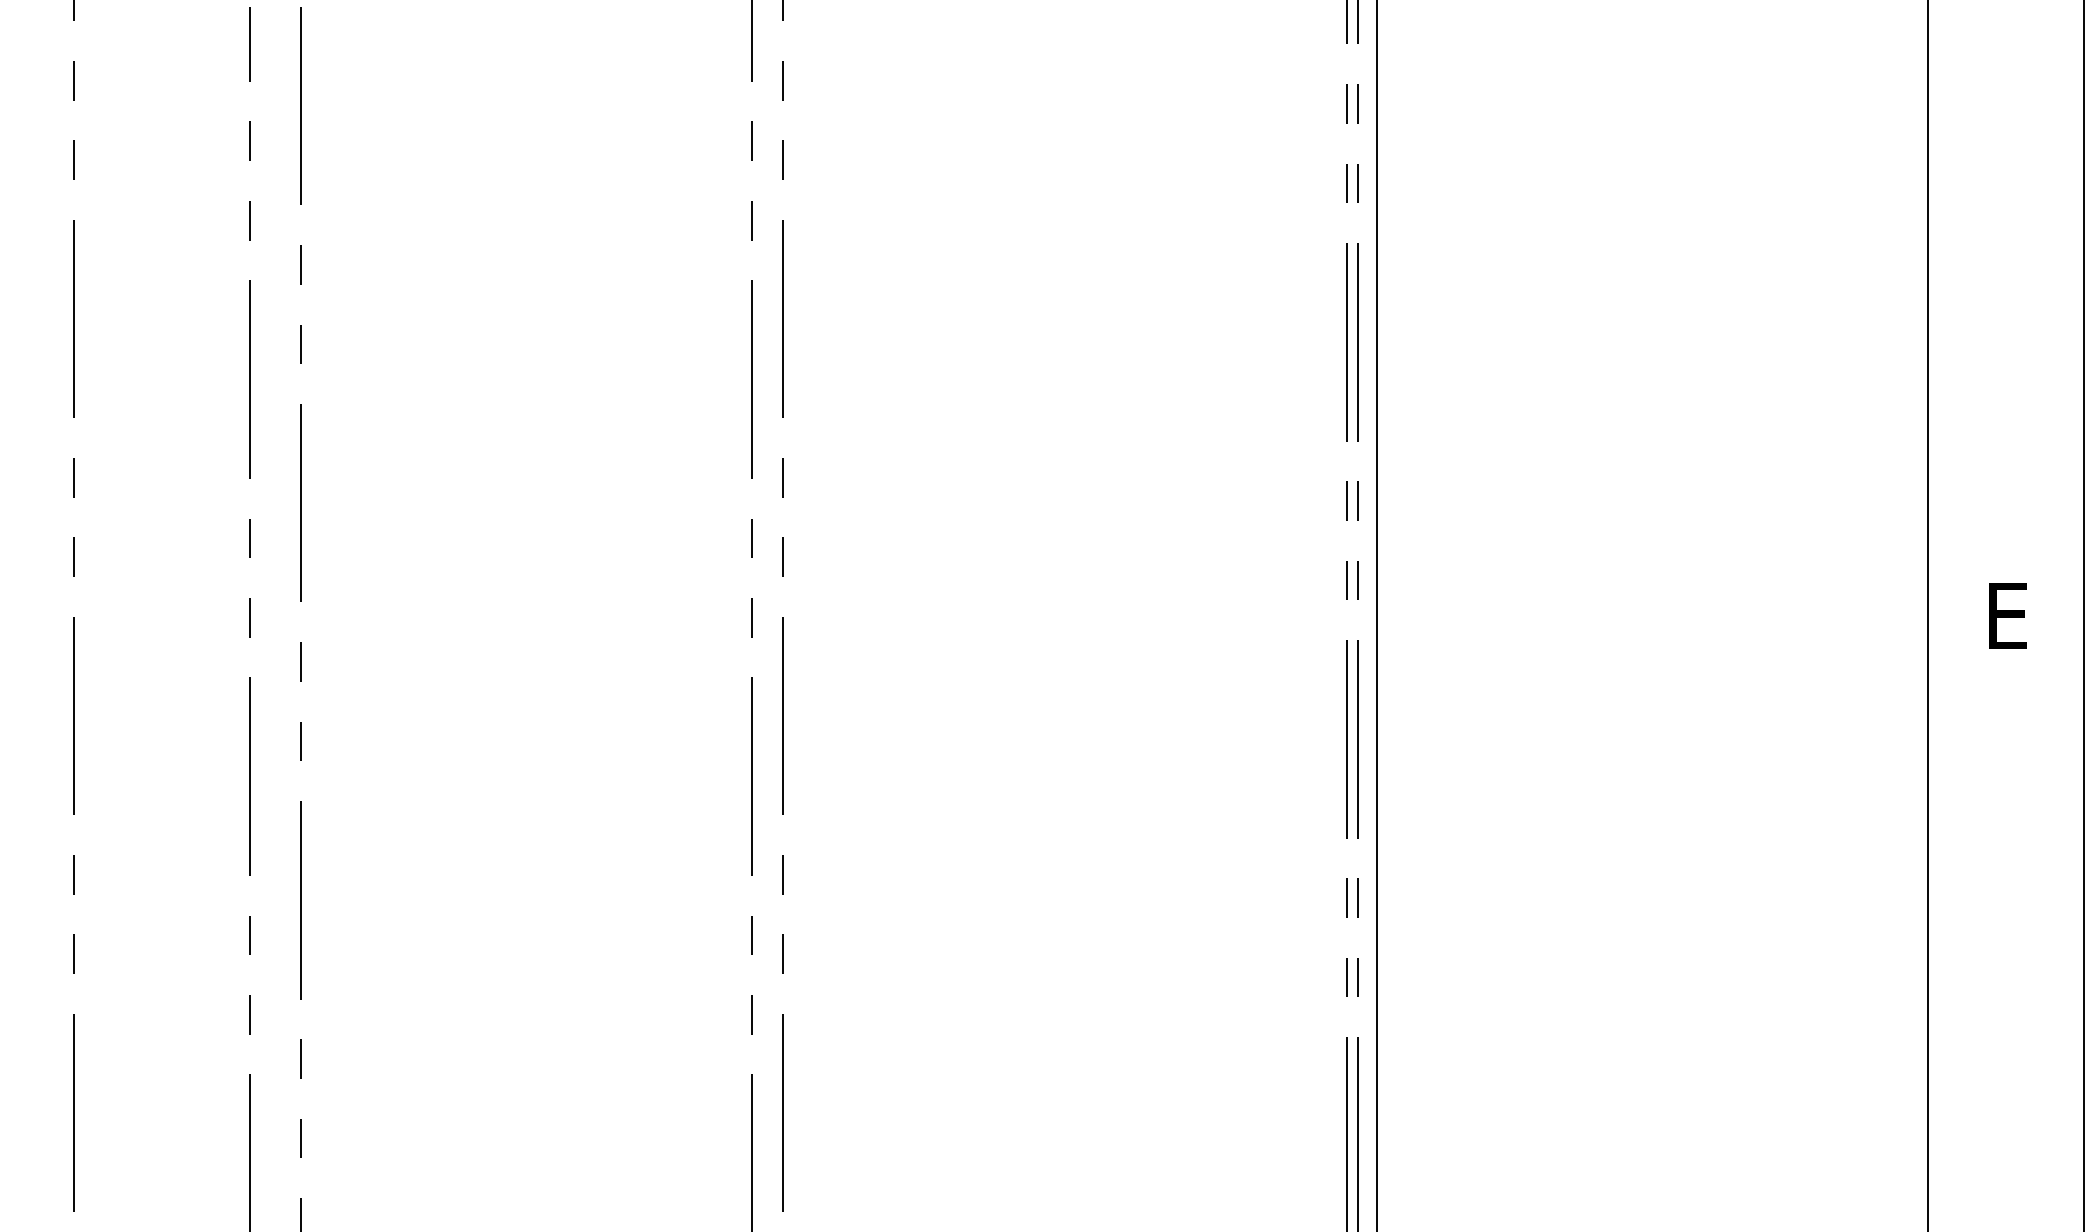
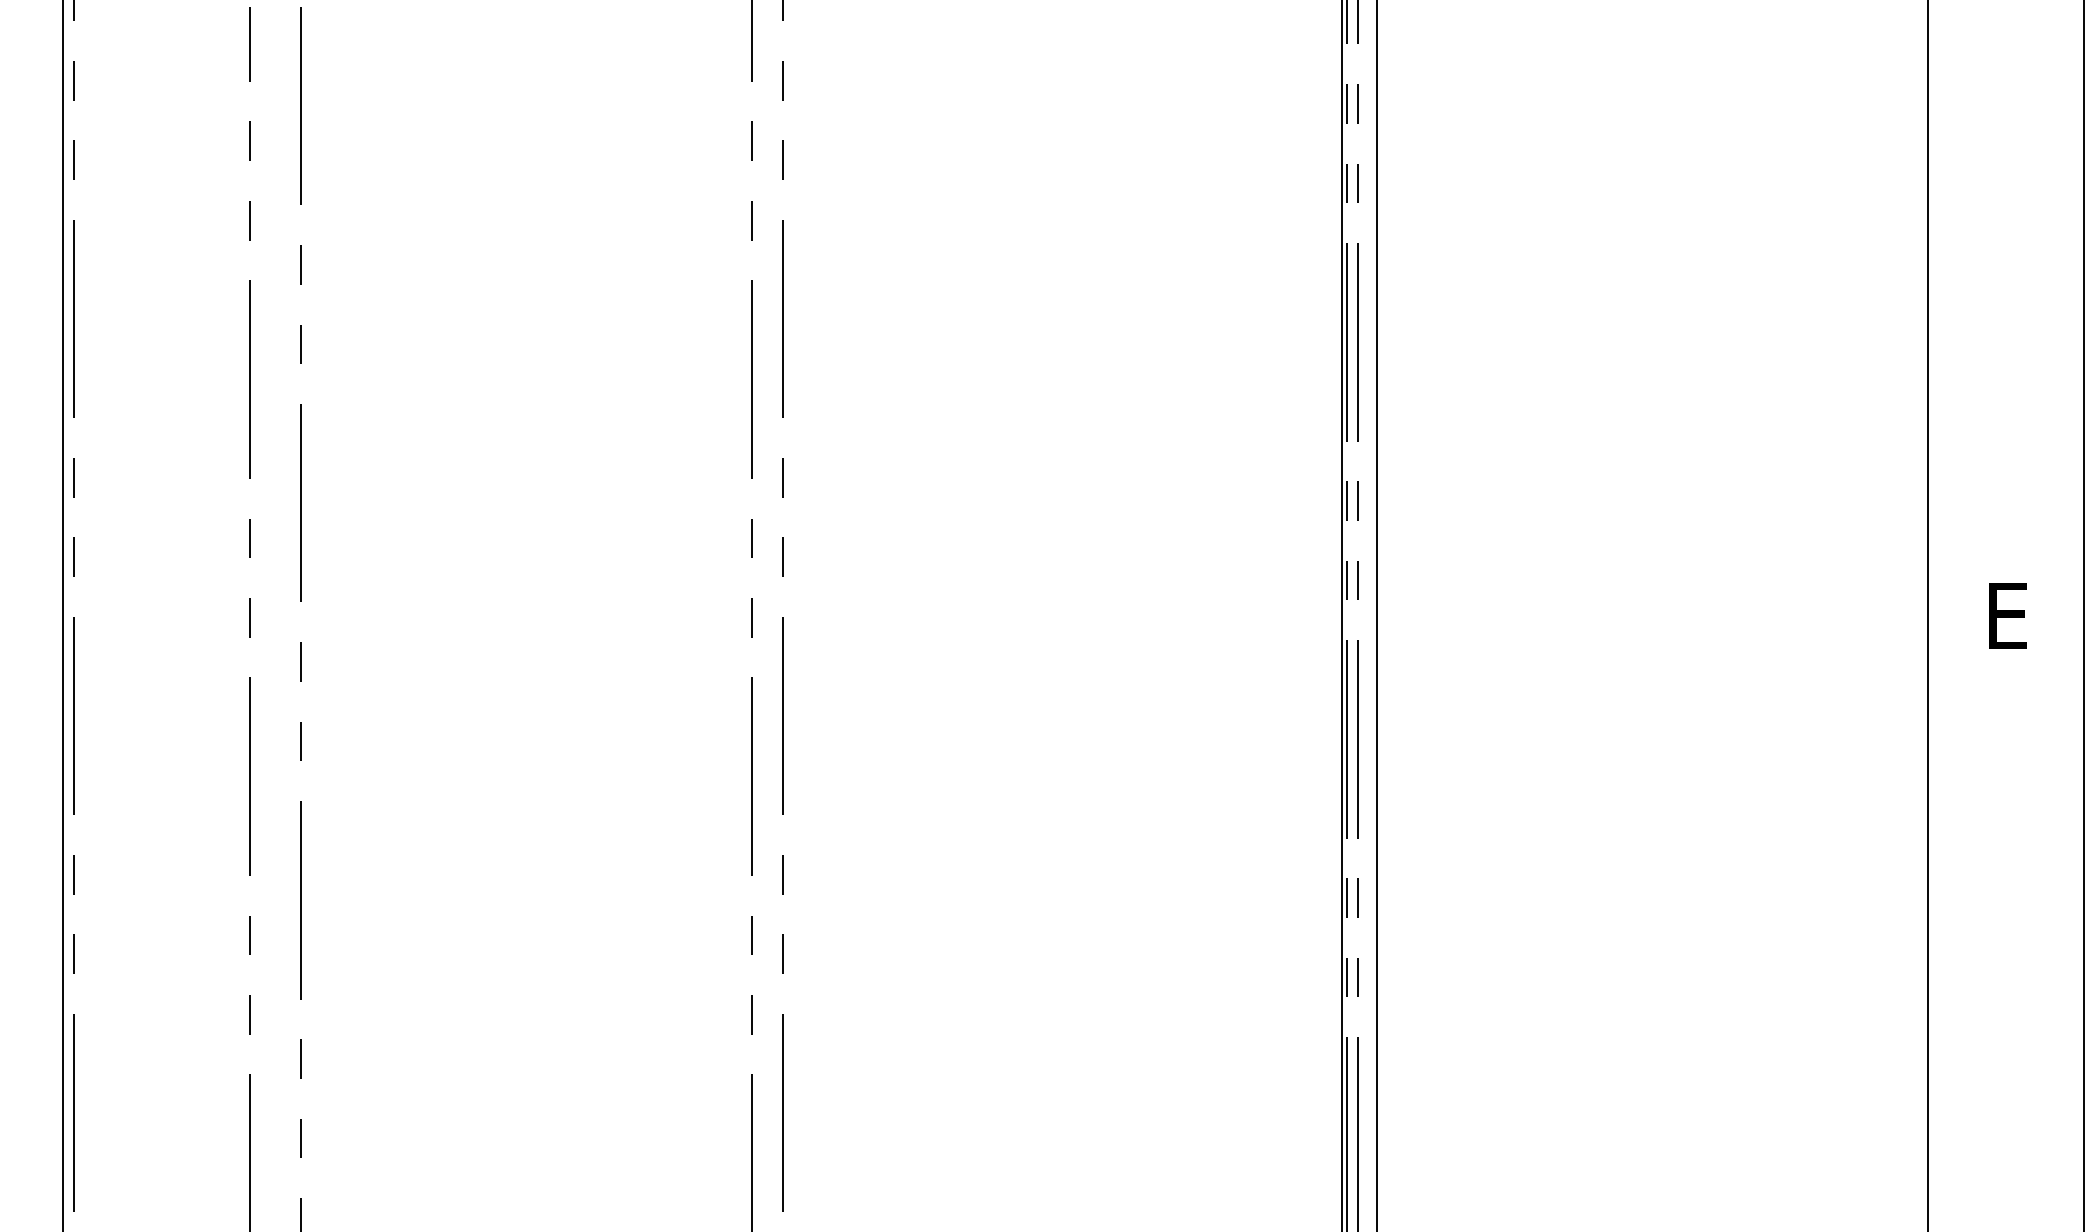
line at (62, 615): none -> present
line at (1341, 615): none -> present
